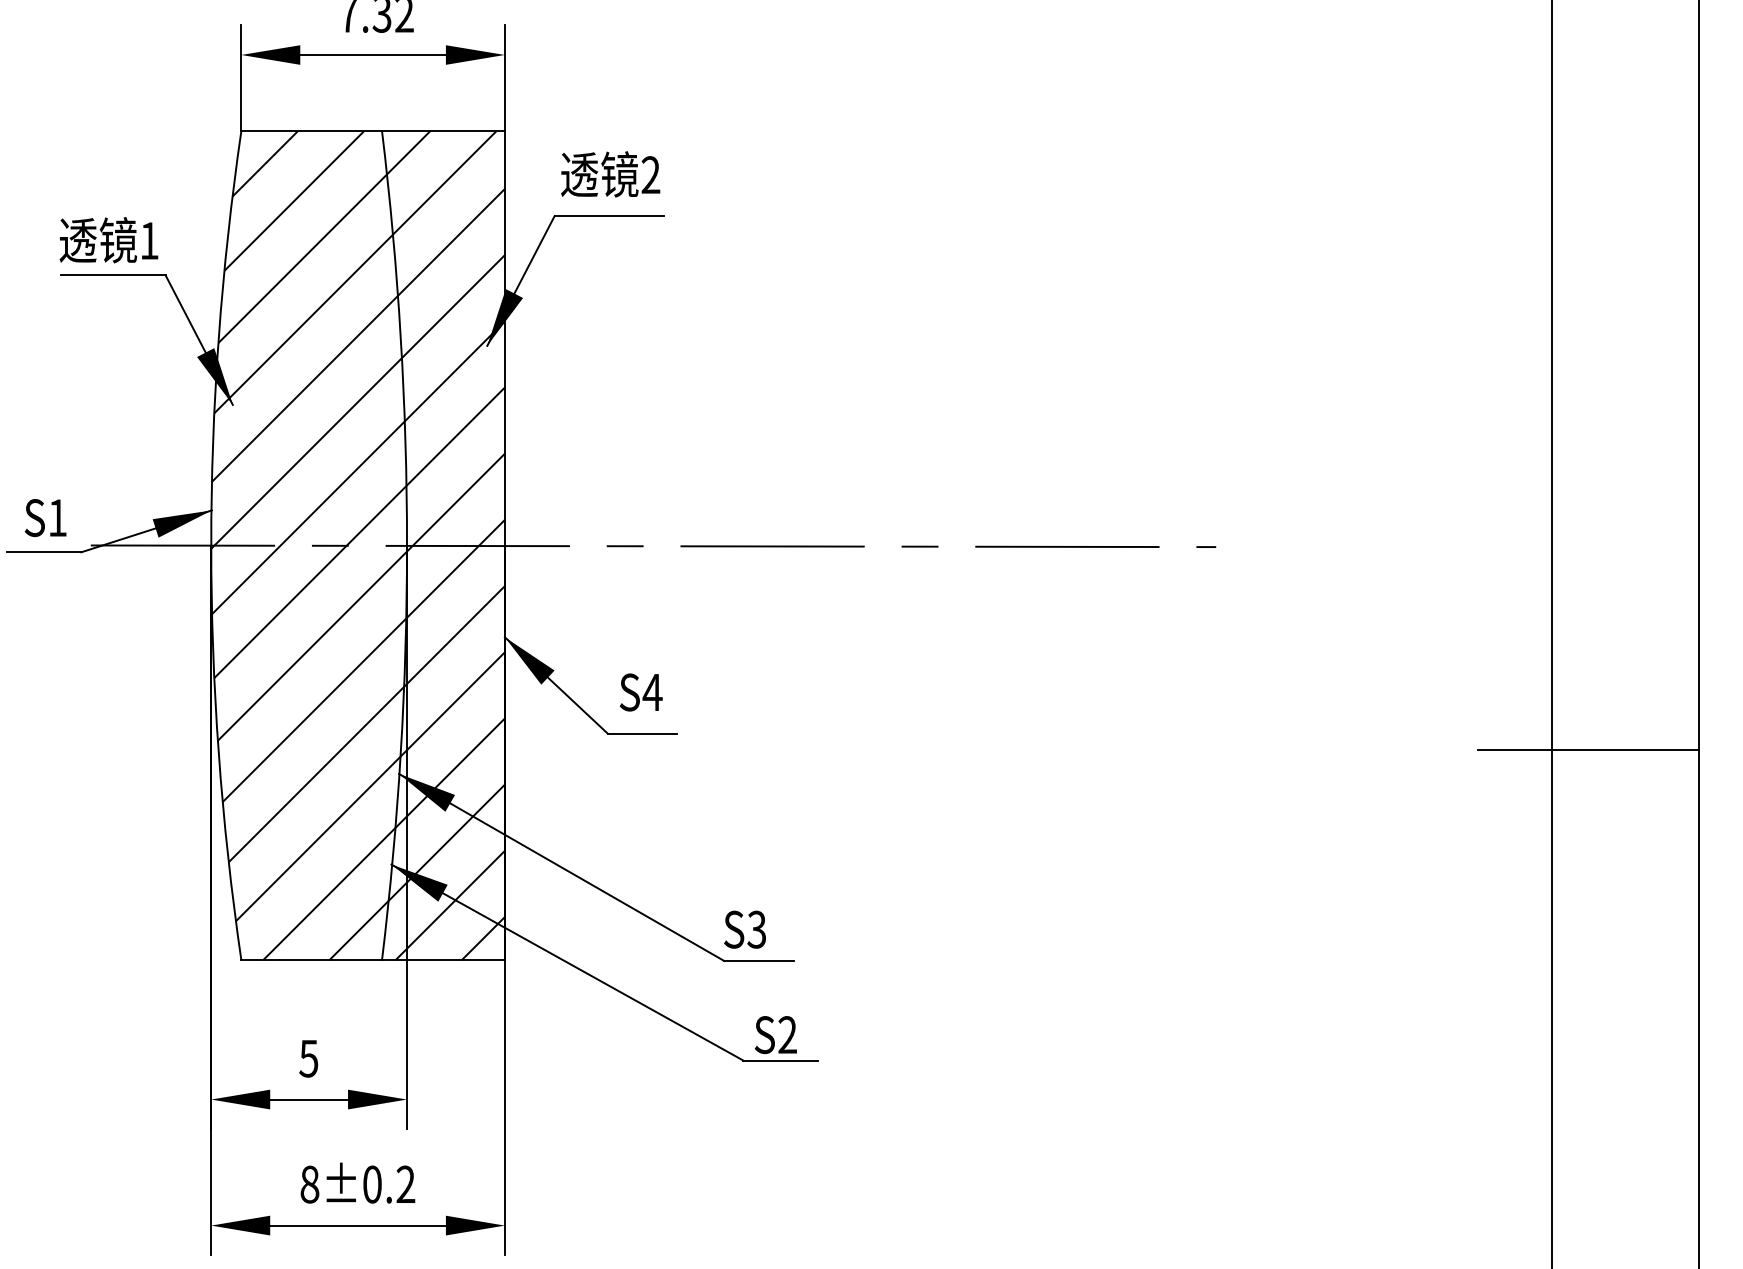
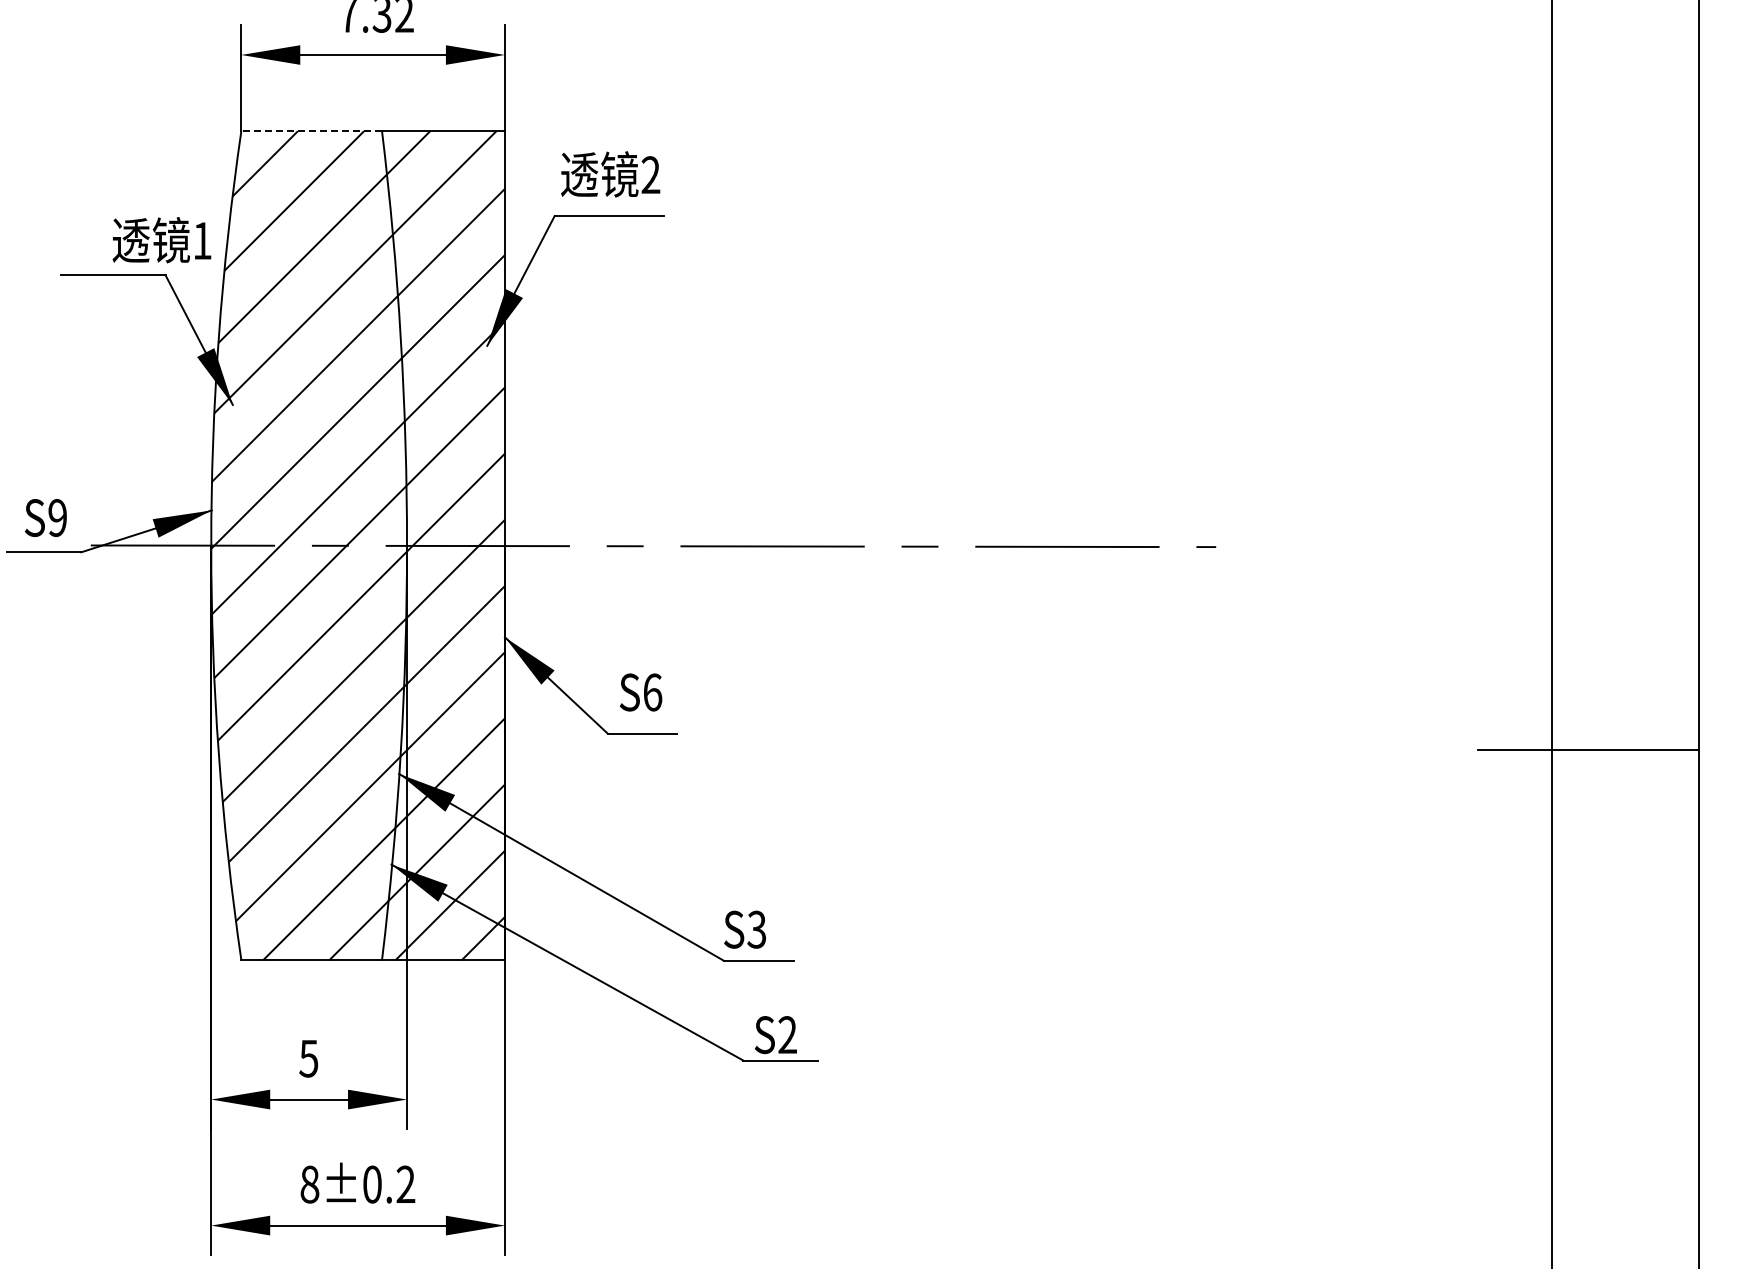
line at (311, 131): solid -> dashed
text at (108, 240) position: (108, 240) -> (161, 240)
text at (57, 518): S1 -> S9
text at (652, 692): S4 -> S6
